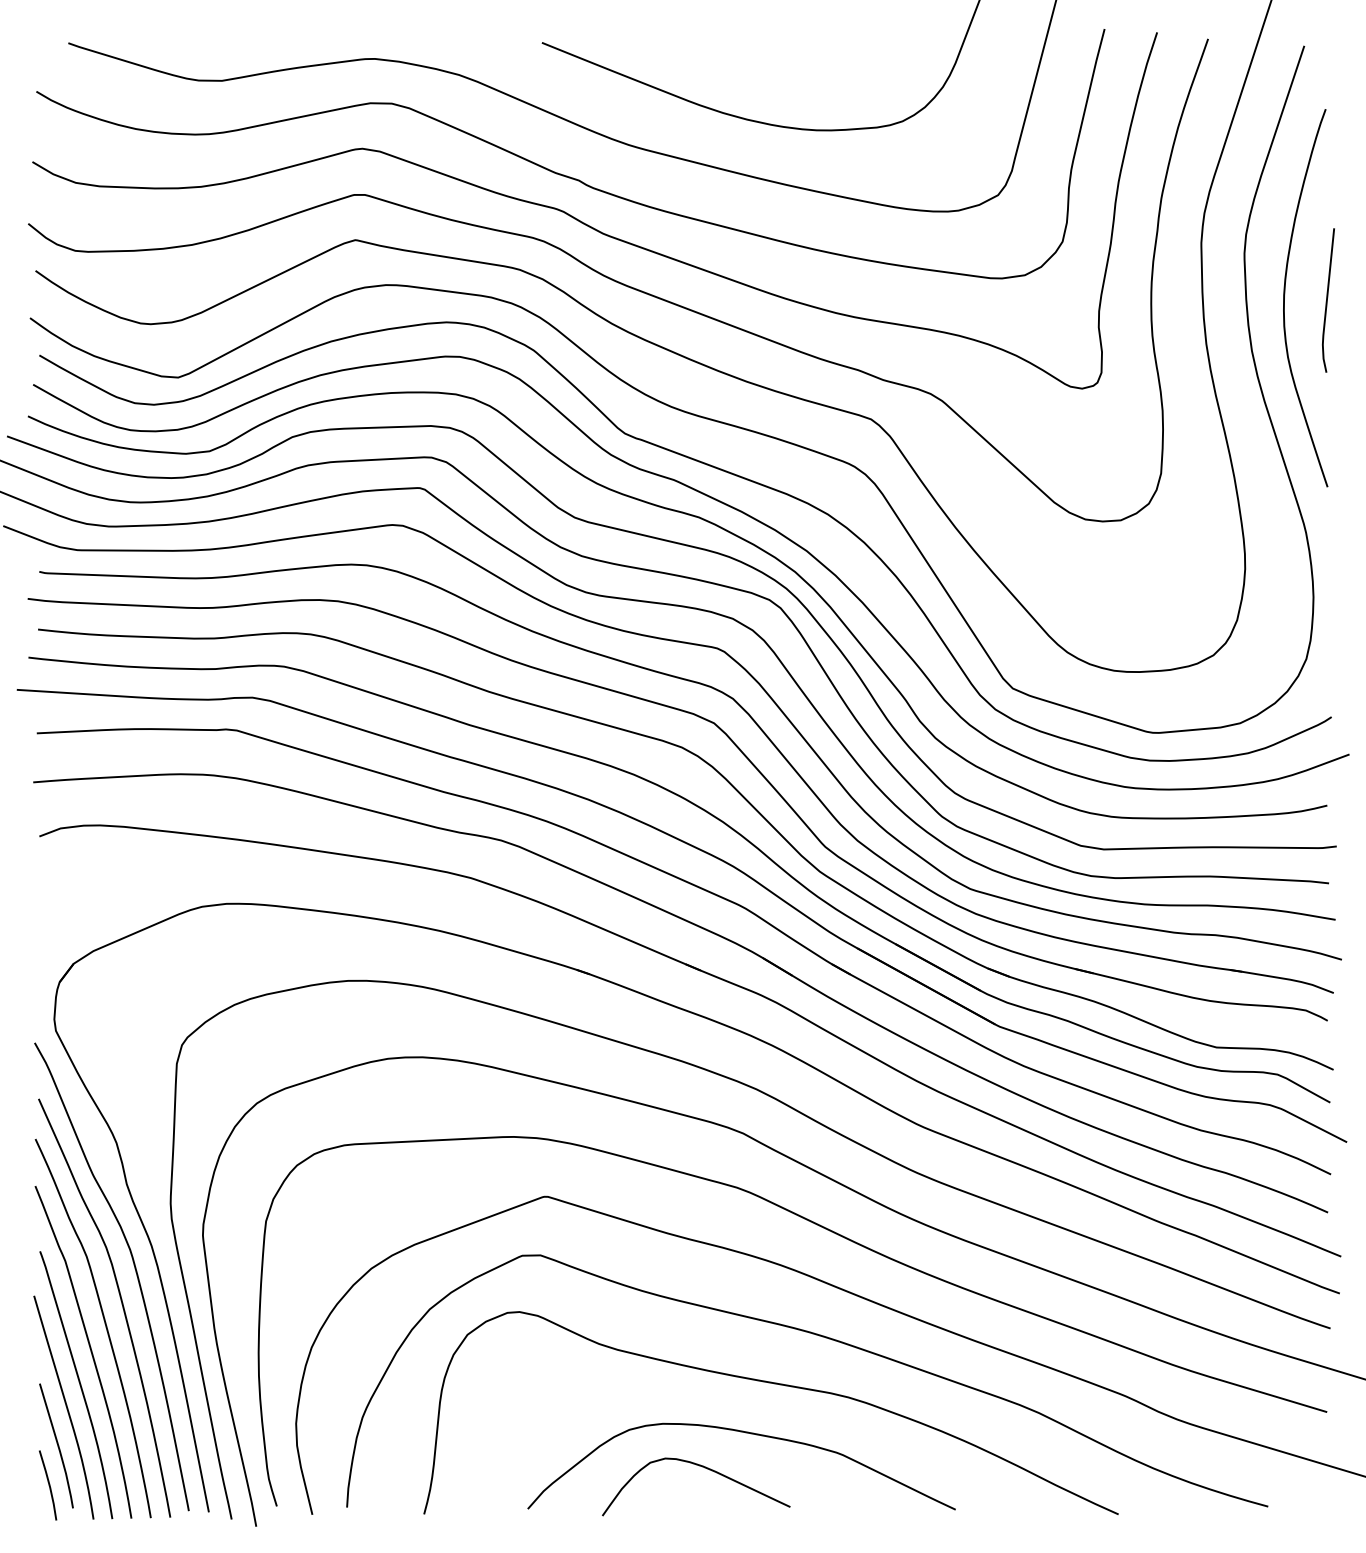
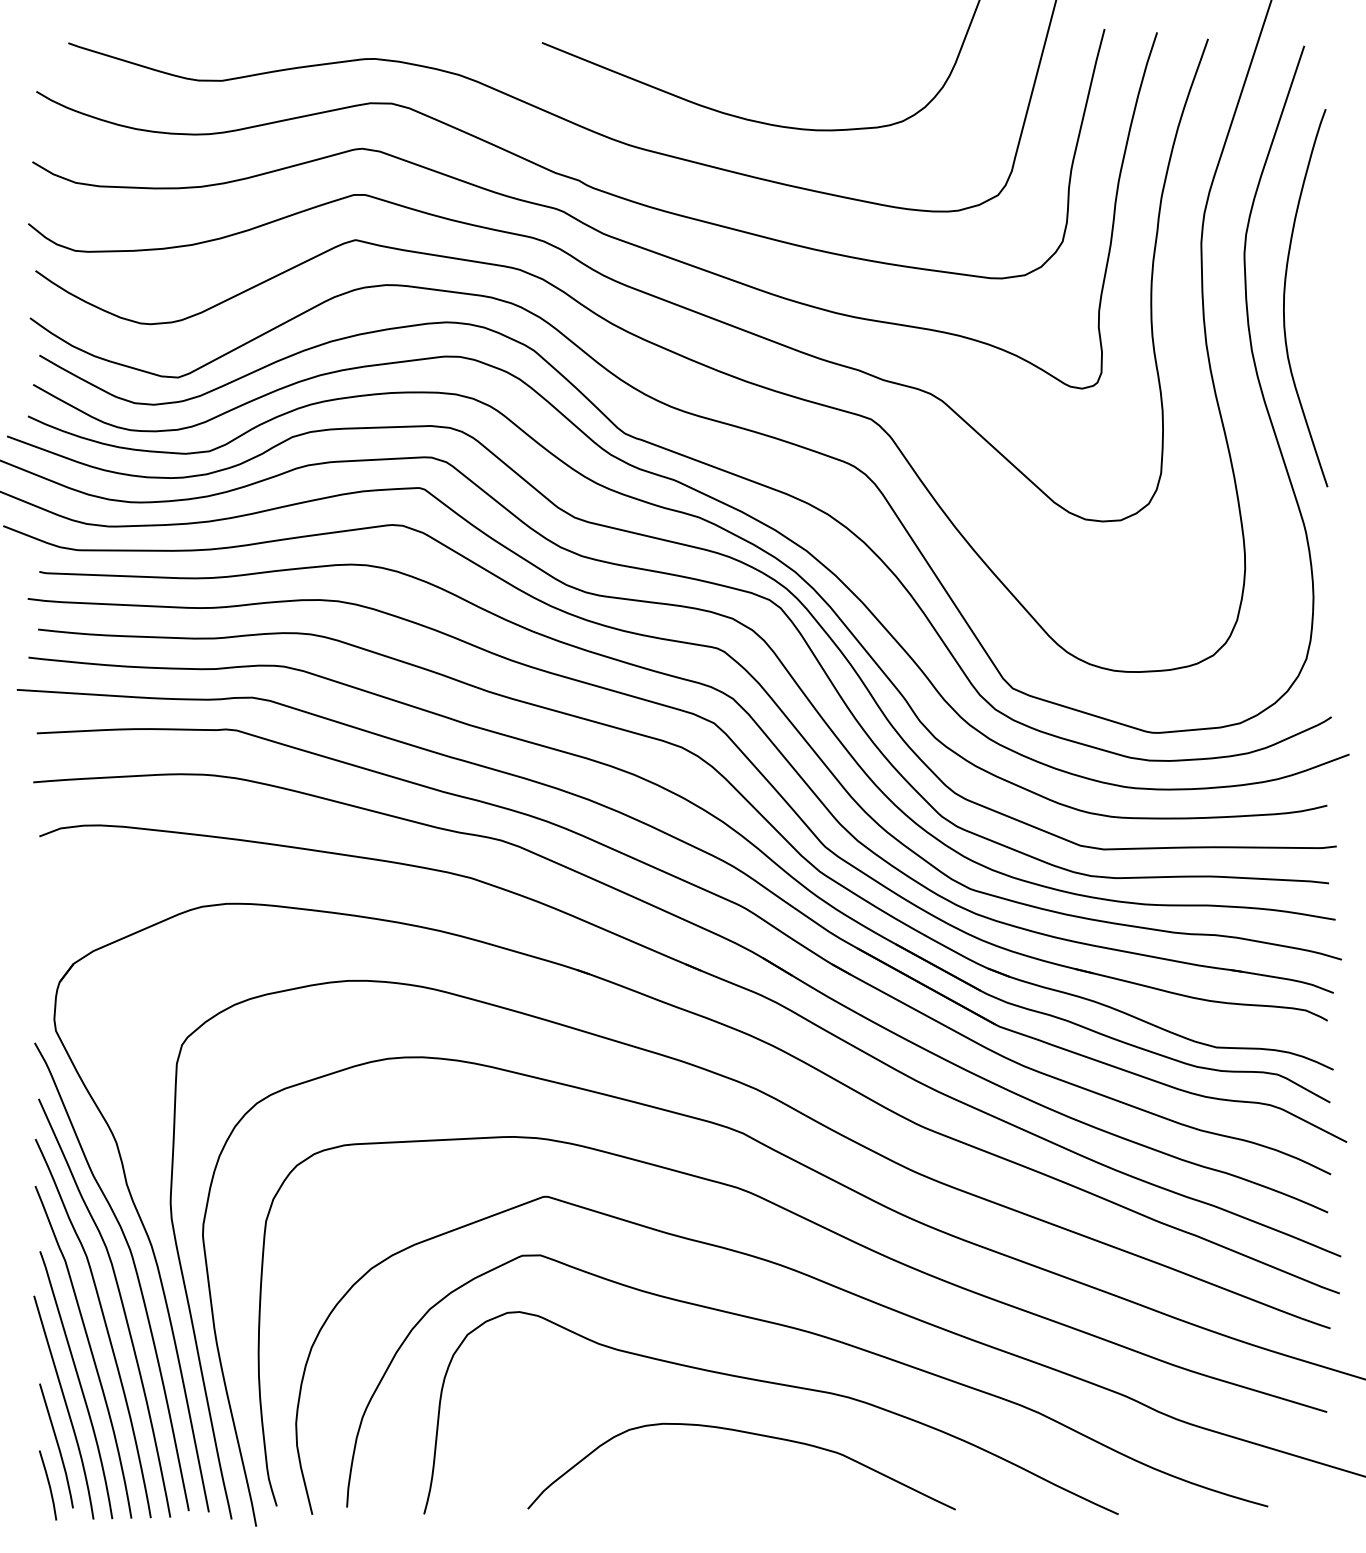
line at (1327, 300): present -> none
curve at (704, 1468): present -> none
